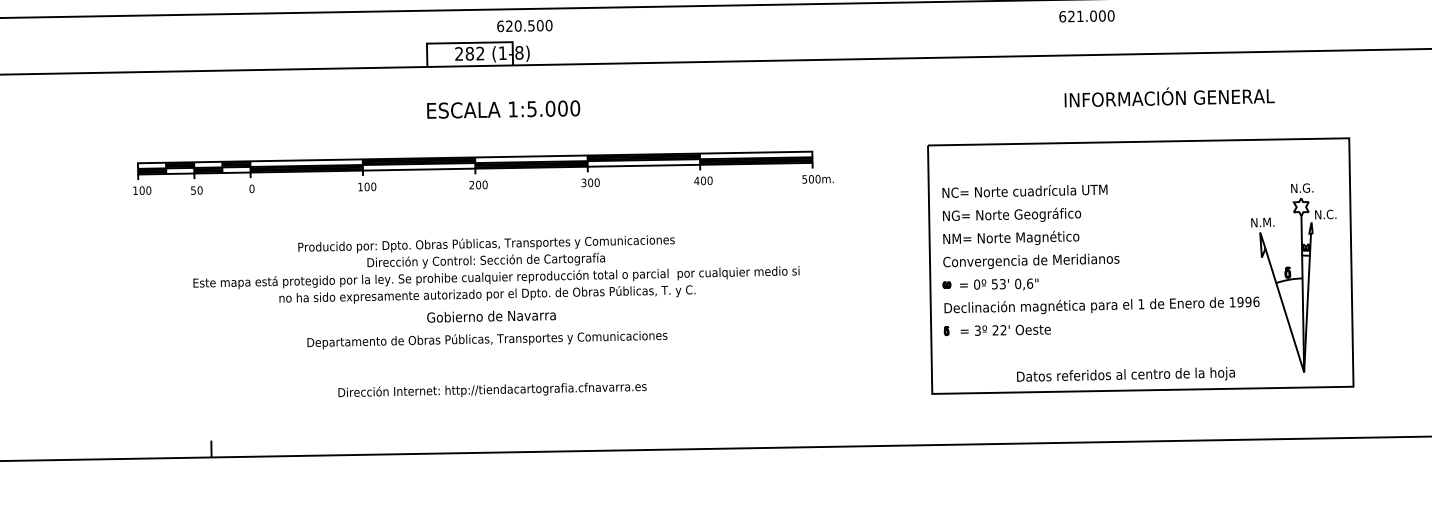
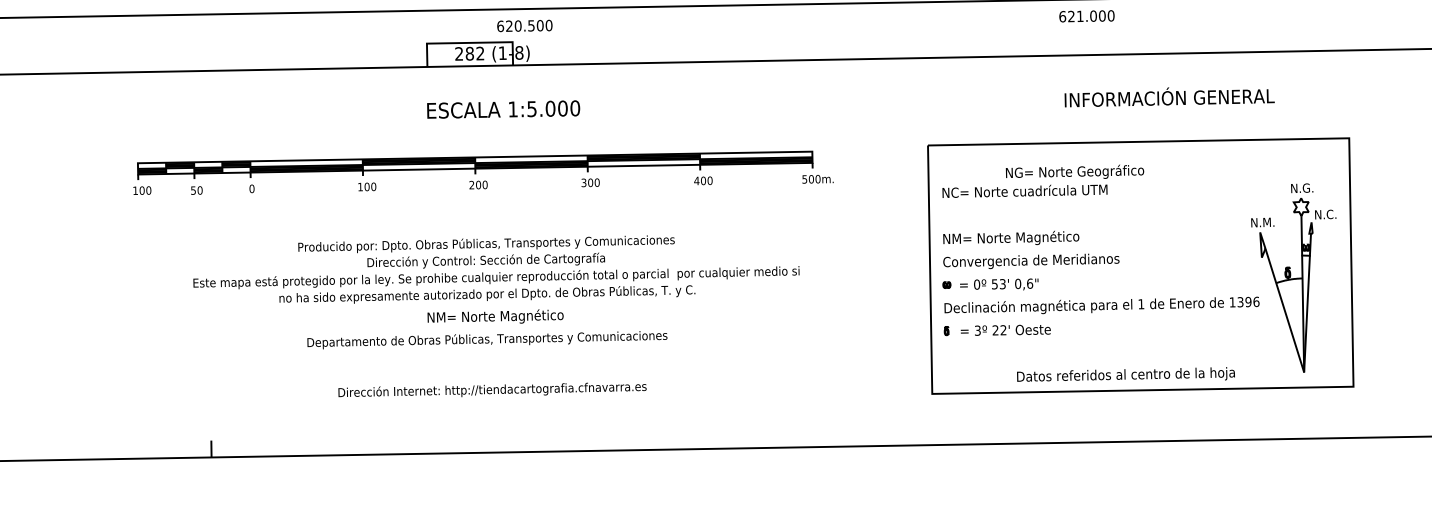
text at (1011, 214) position: (1011, 214) -> (1074, 171)
text at (1240, 302): 1996 -> 1396
text at (495, 316): Gobierno de Navarra -> NM= Norte Magnético
